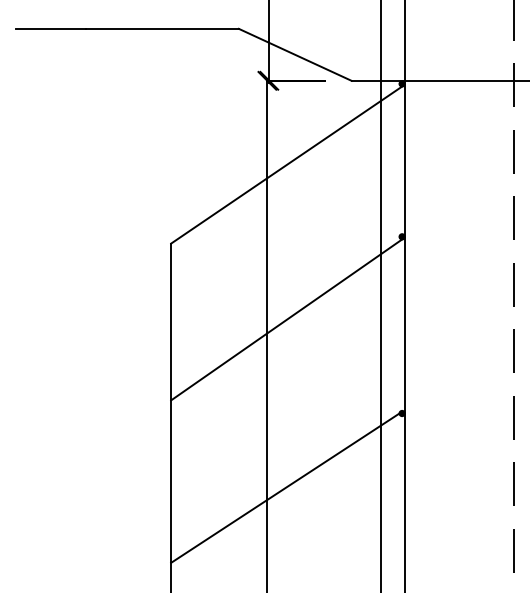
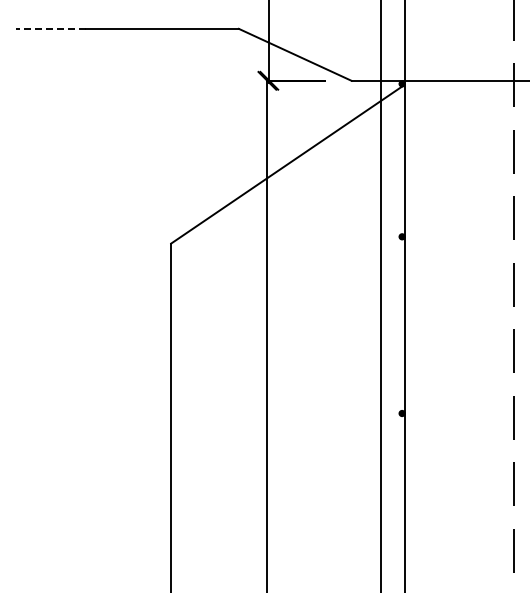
line at (50, 28): solid -> dashed
line at (286, 319): present -> none
line at (285, 487): present -> none
